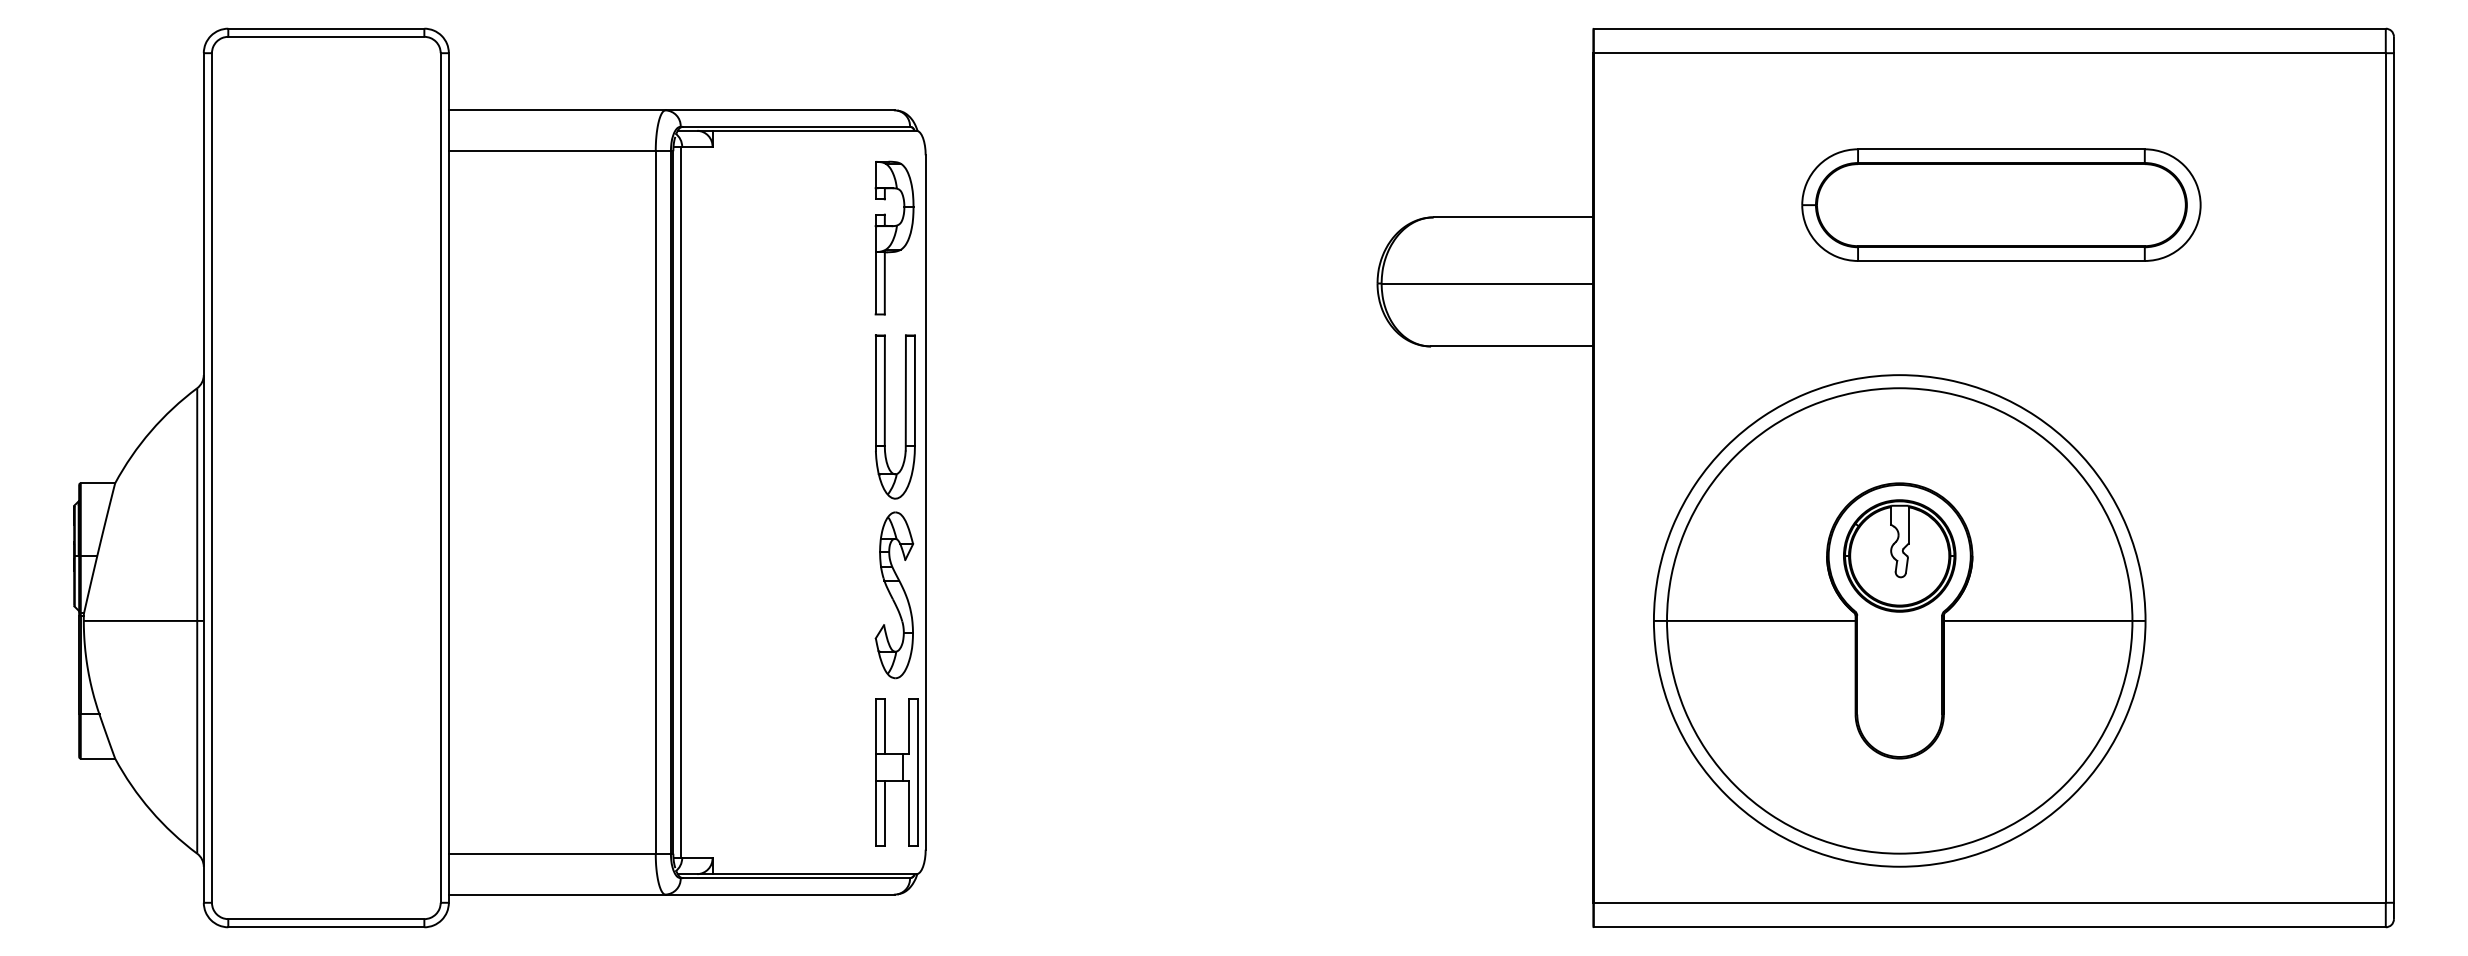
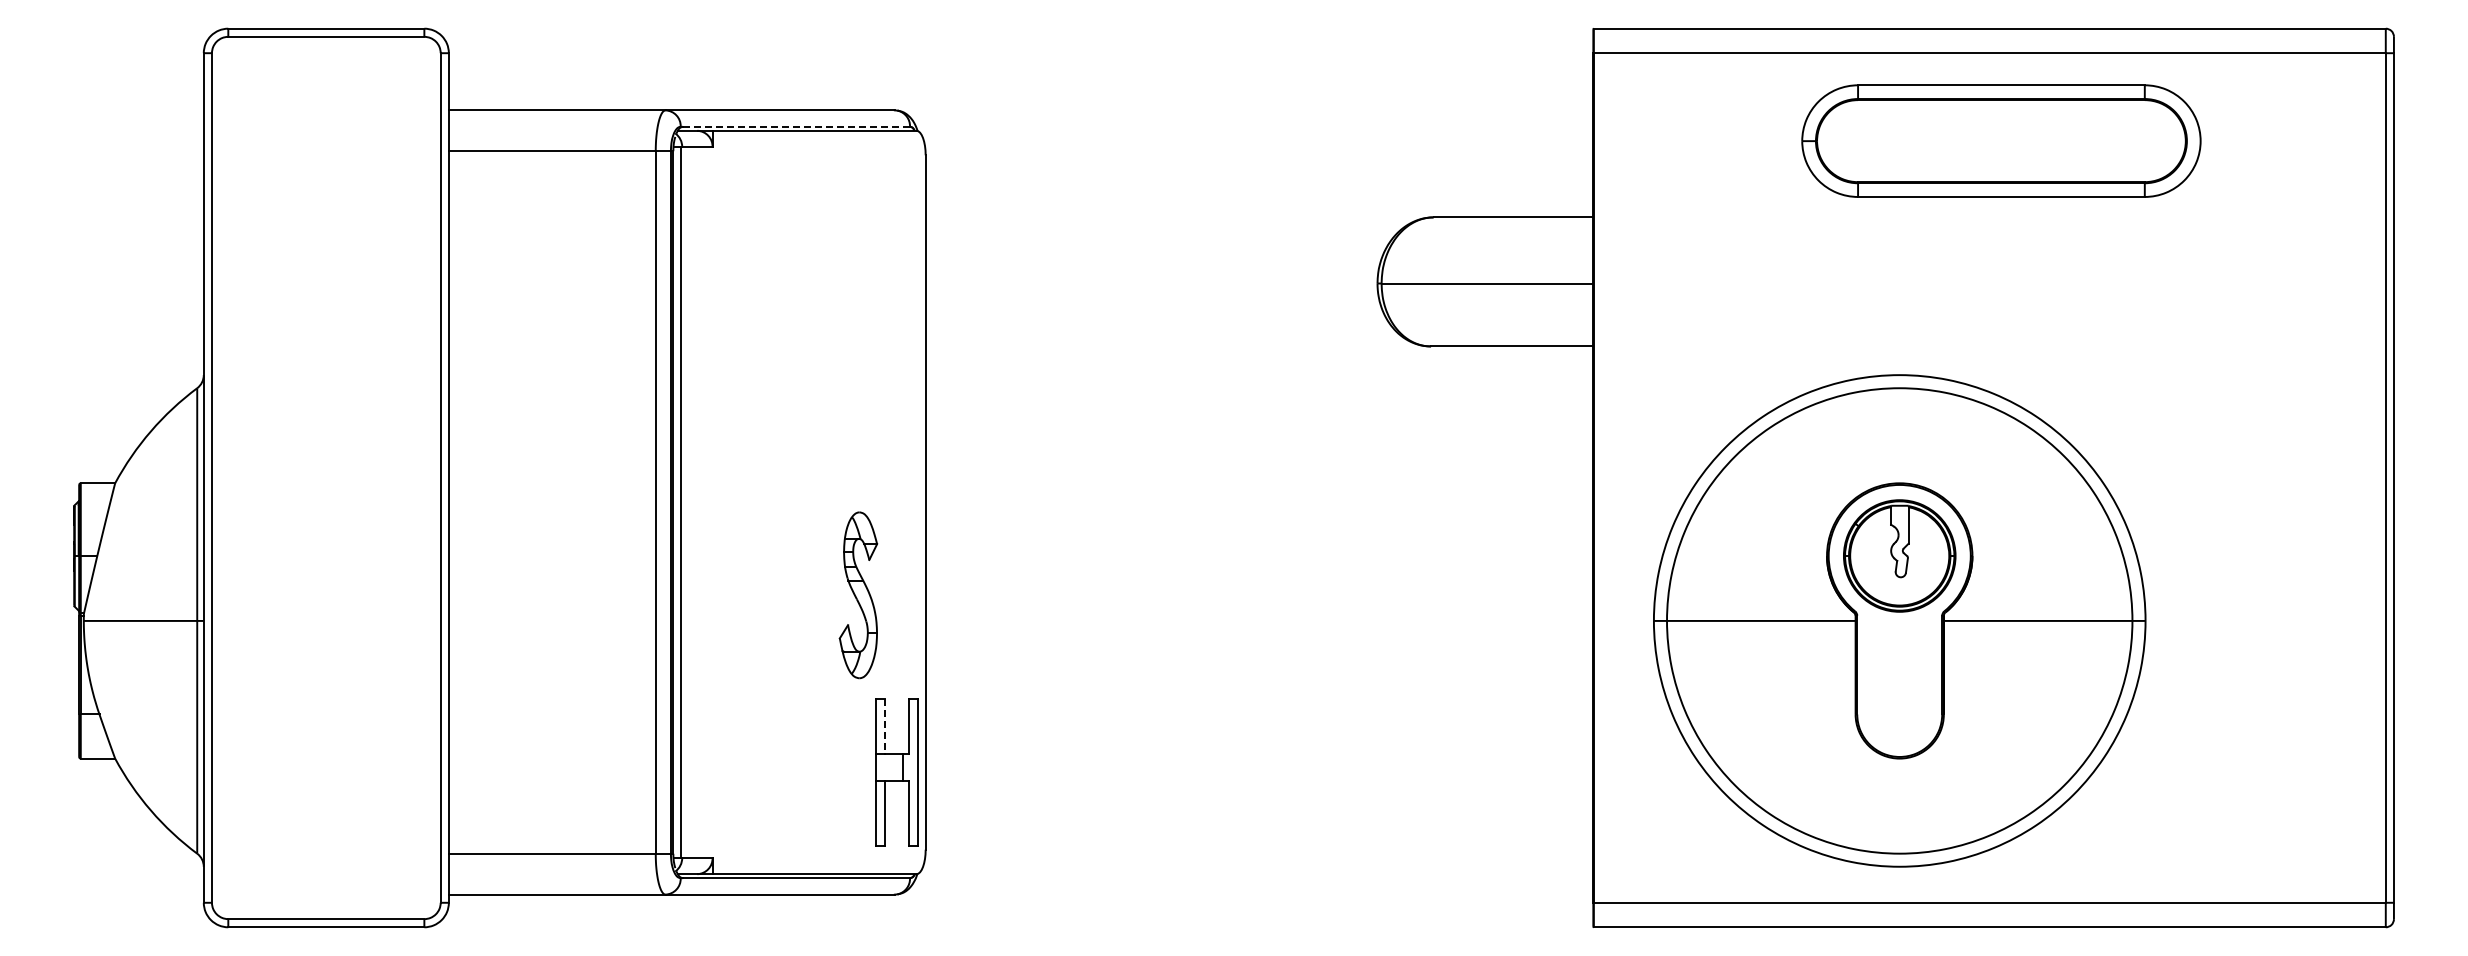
line at (795, 126): solid -> dashed
part at (2001, 204) position: (2001, 204) -> (2001, 140)
part at (894, 237): present -> none
part at (904, 416): present -> none
part at (894, 595) position: (894, 595) -> (858, 595)
line at (884, 727): solid -> dashed
